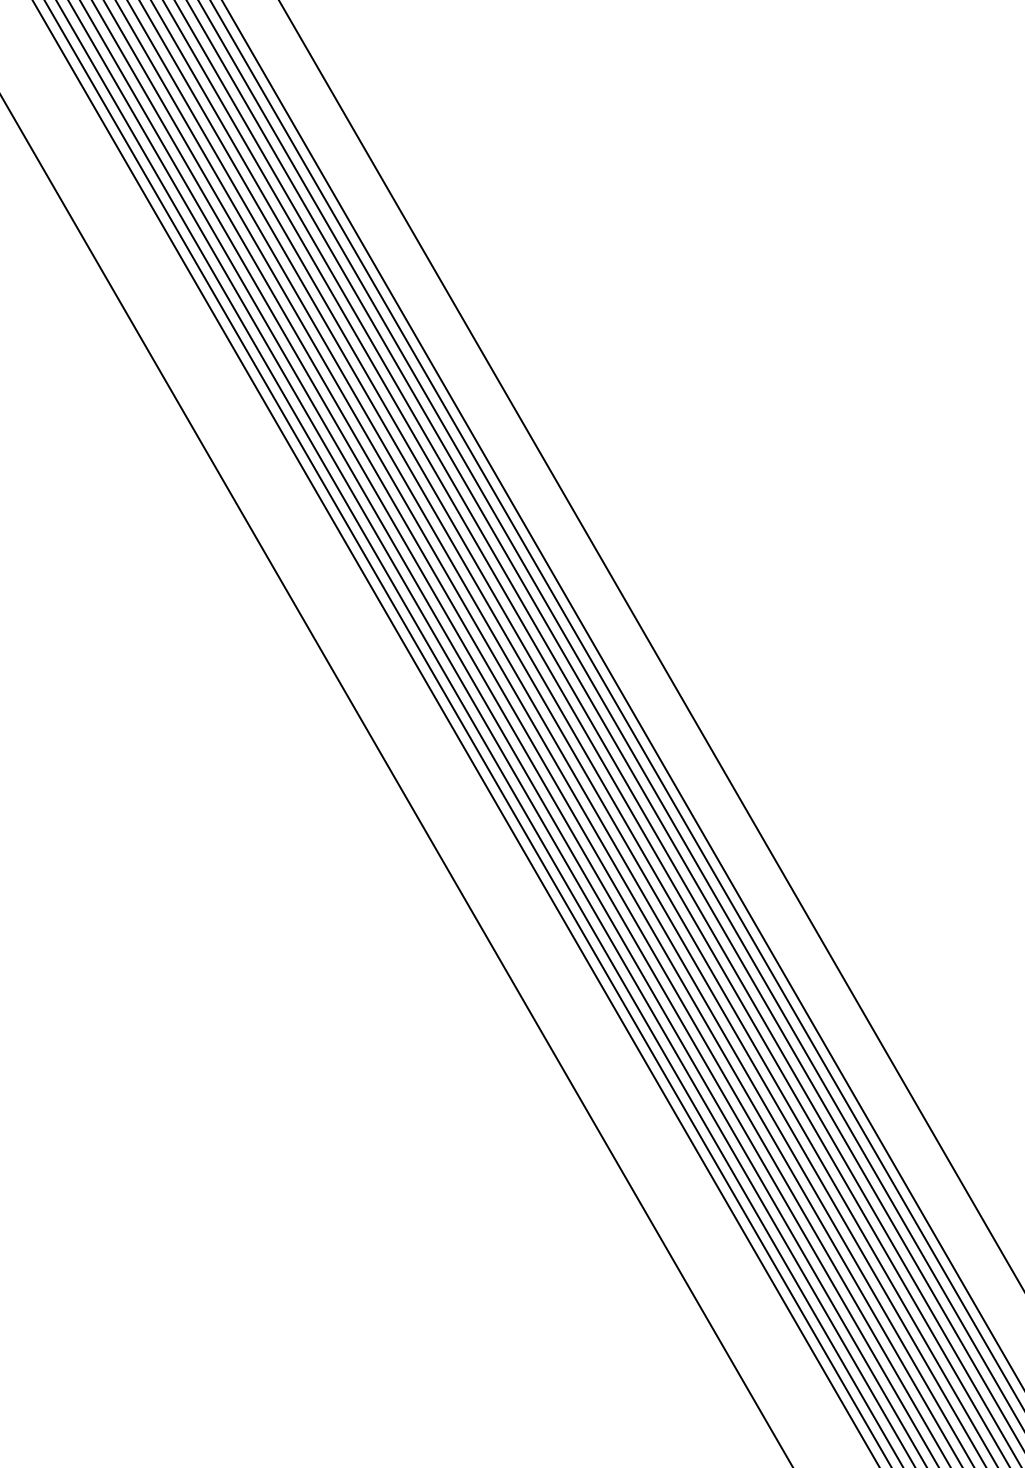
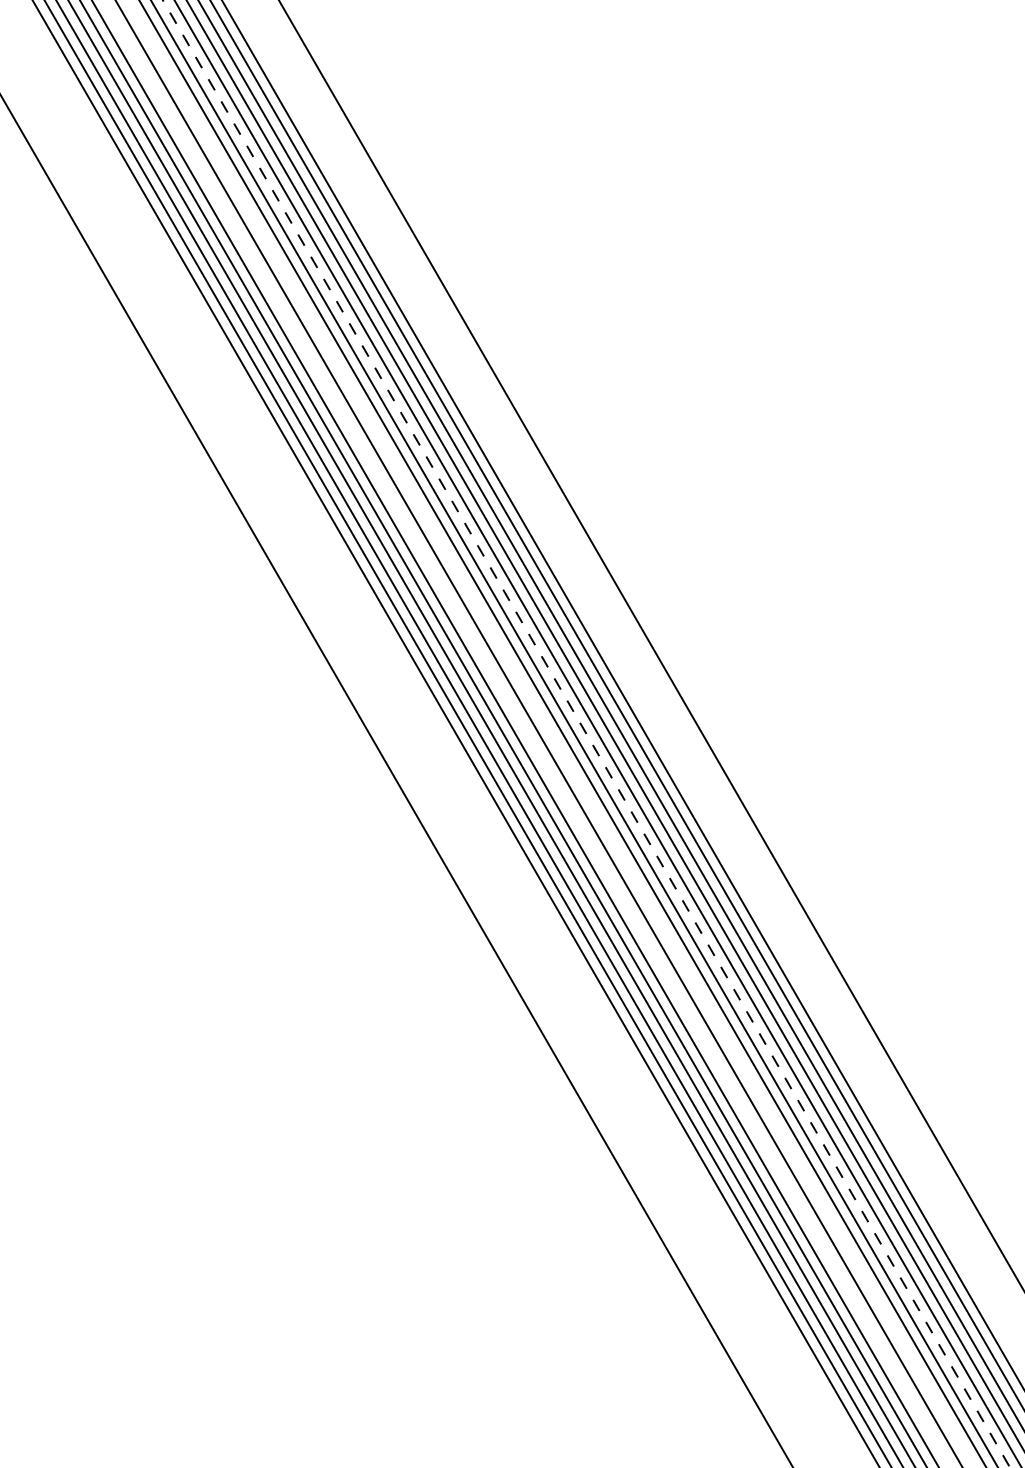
line at (526, 733): present -> none
line at (550, 733): present -> none
line at (586, 734): solid -> dashed
